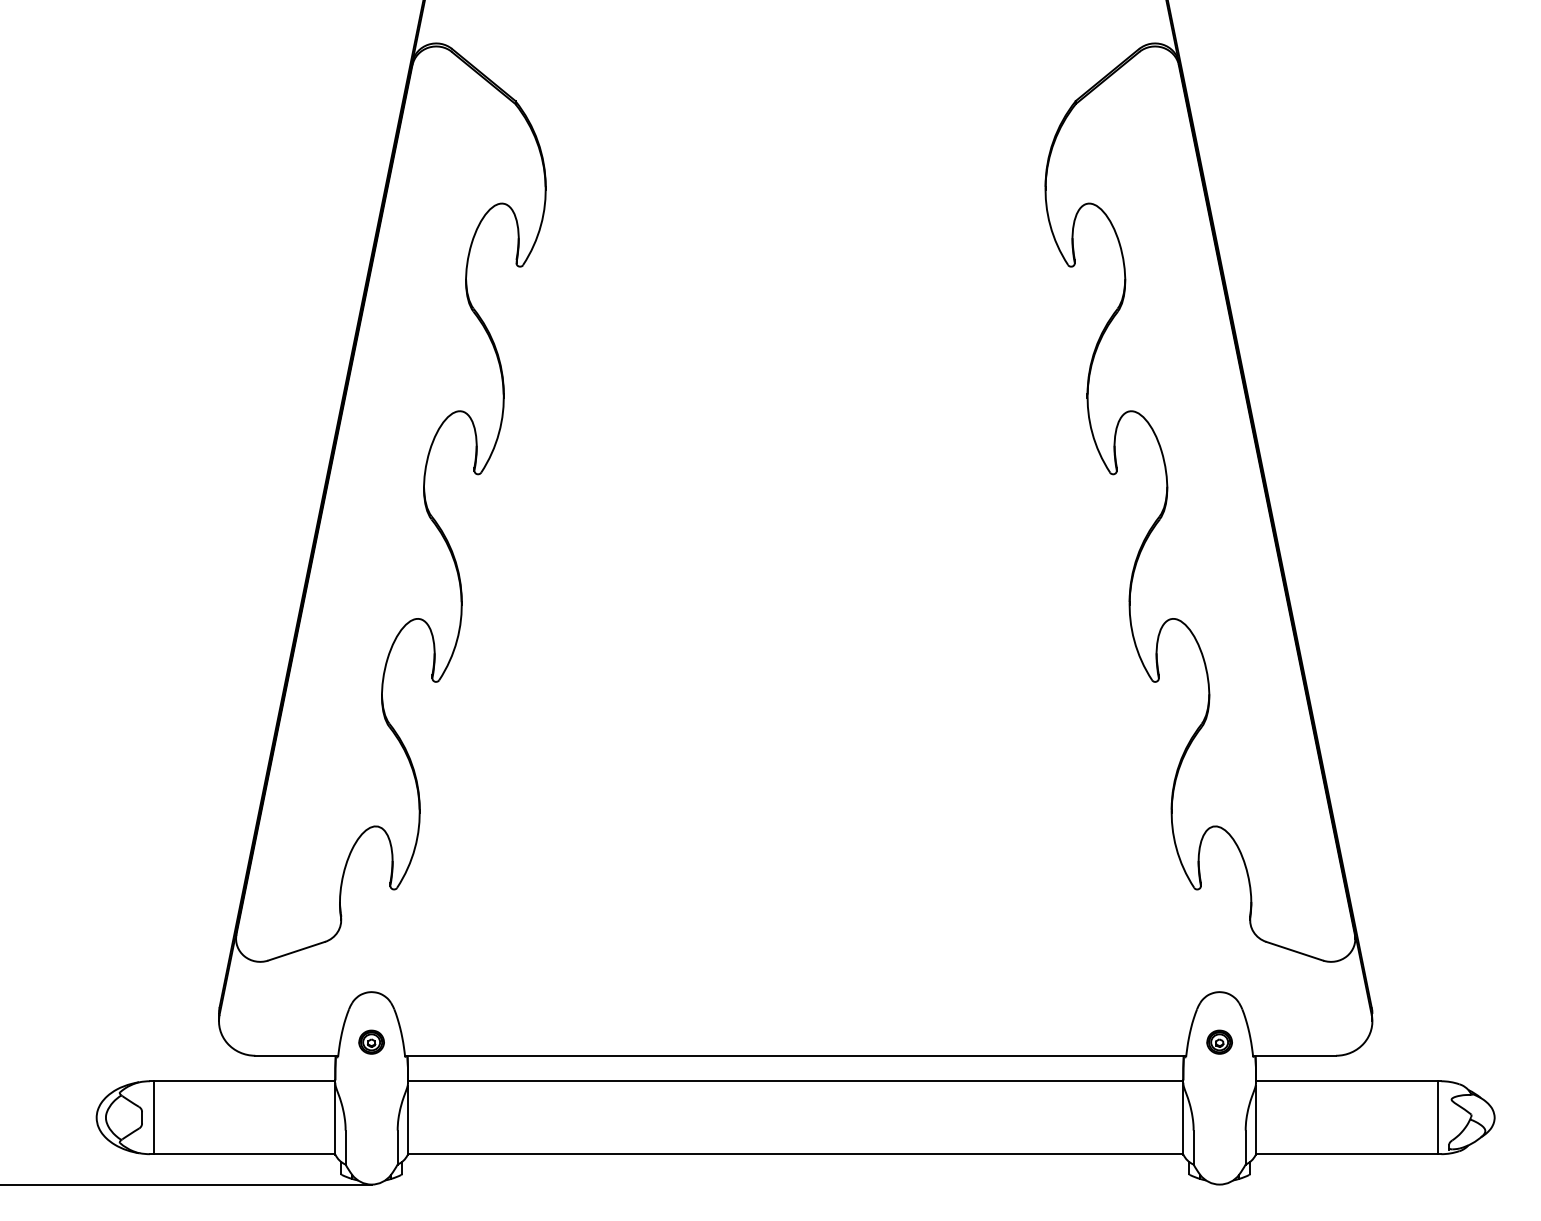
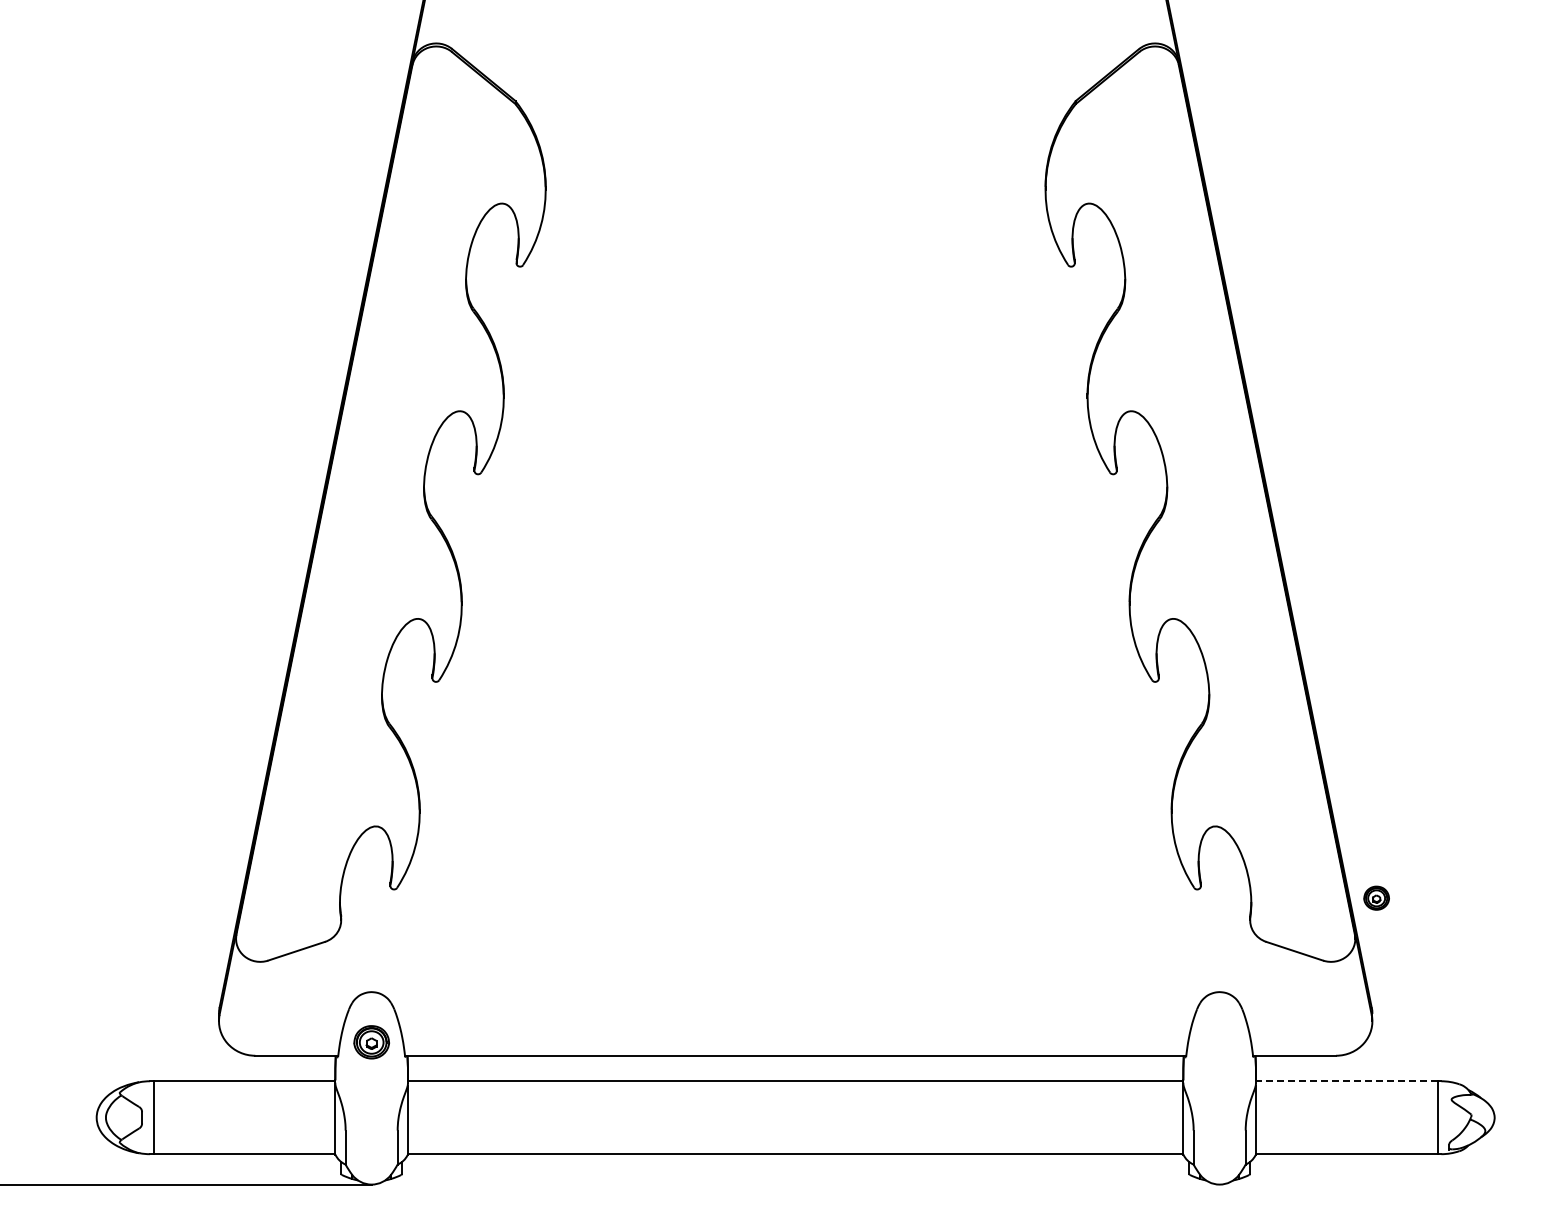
part at (371, 1041) size: 27x26 px -> 37x35 px
part at (1219, 1041) position: (1219, 1041) -> (1376, 897)
line at (1346, 1081): solid -> dashed
